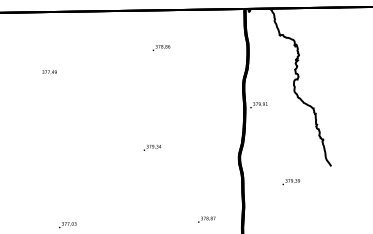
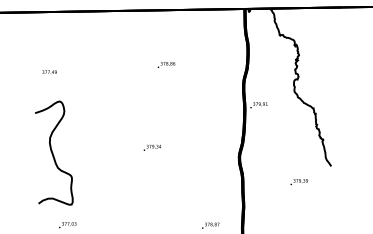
text at (161, 47) position: (161, 47) -> (166, 64)
curve at (53, 152): none -> present
text at (290, 182) position: (290, 182) -> (298, 182)
text at (206, 219) position: (206, 219) -> (210, 225)
